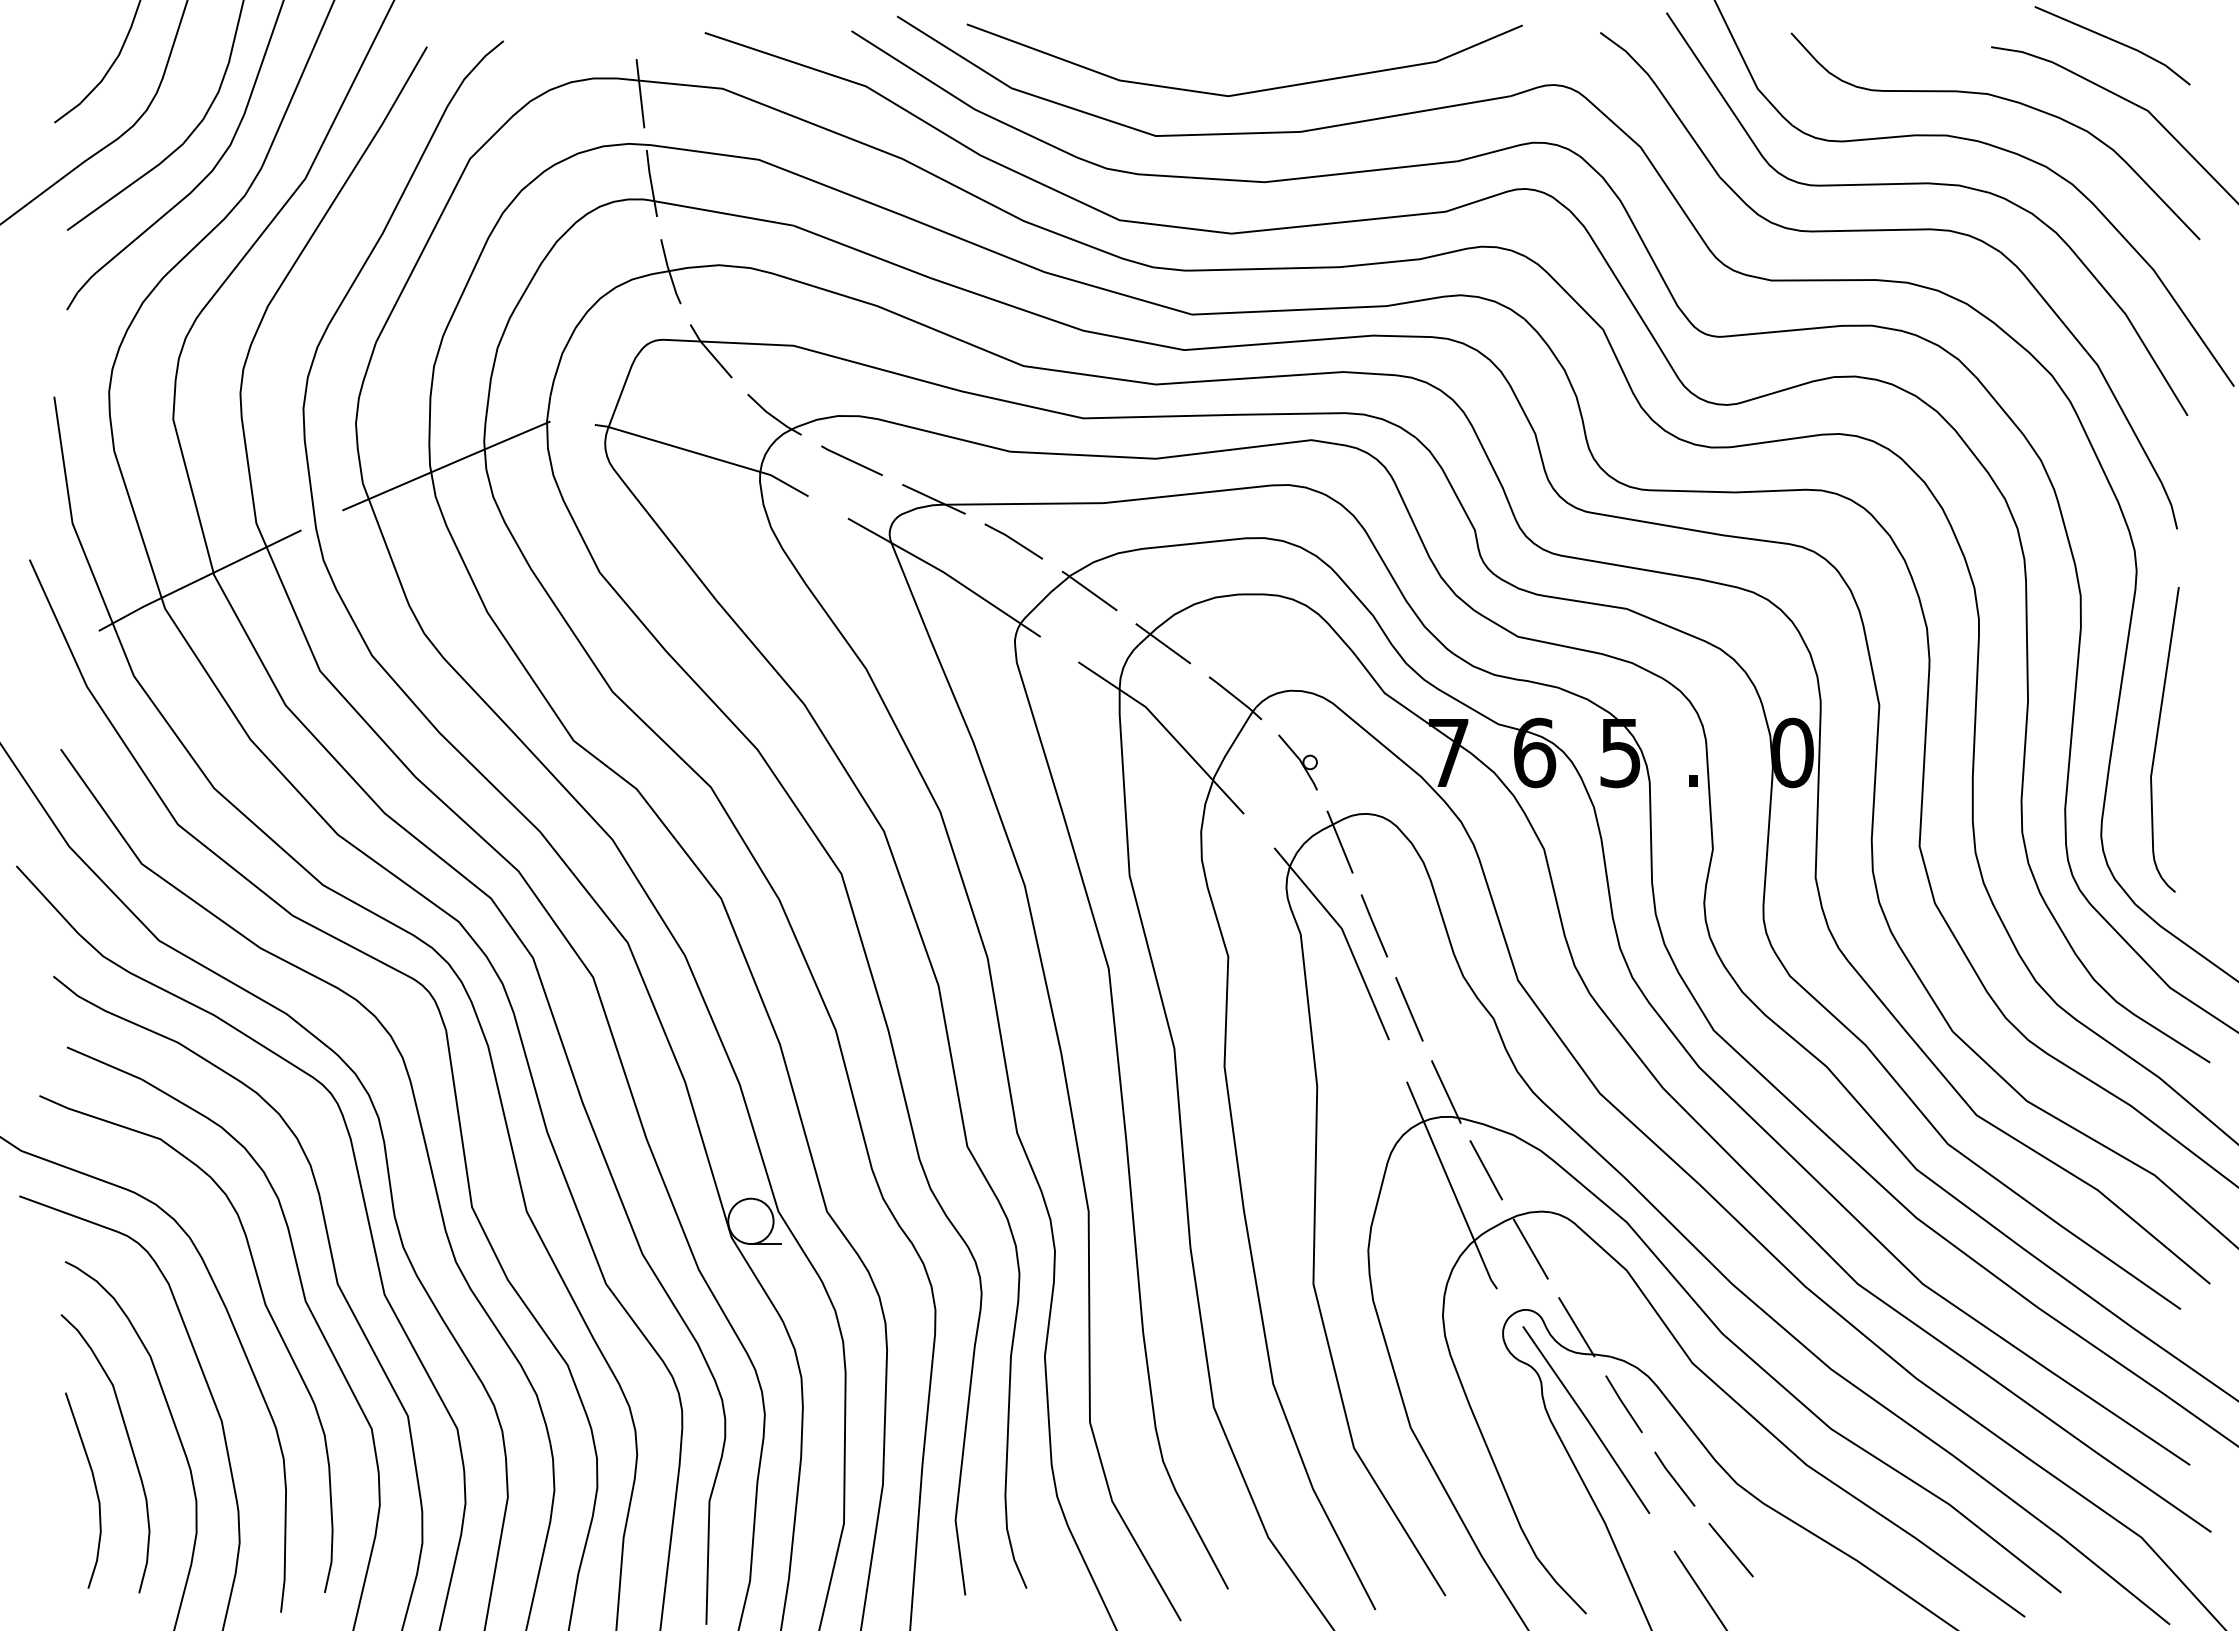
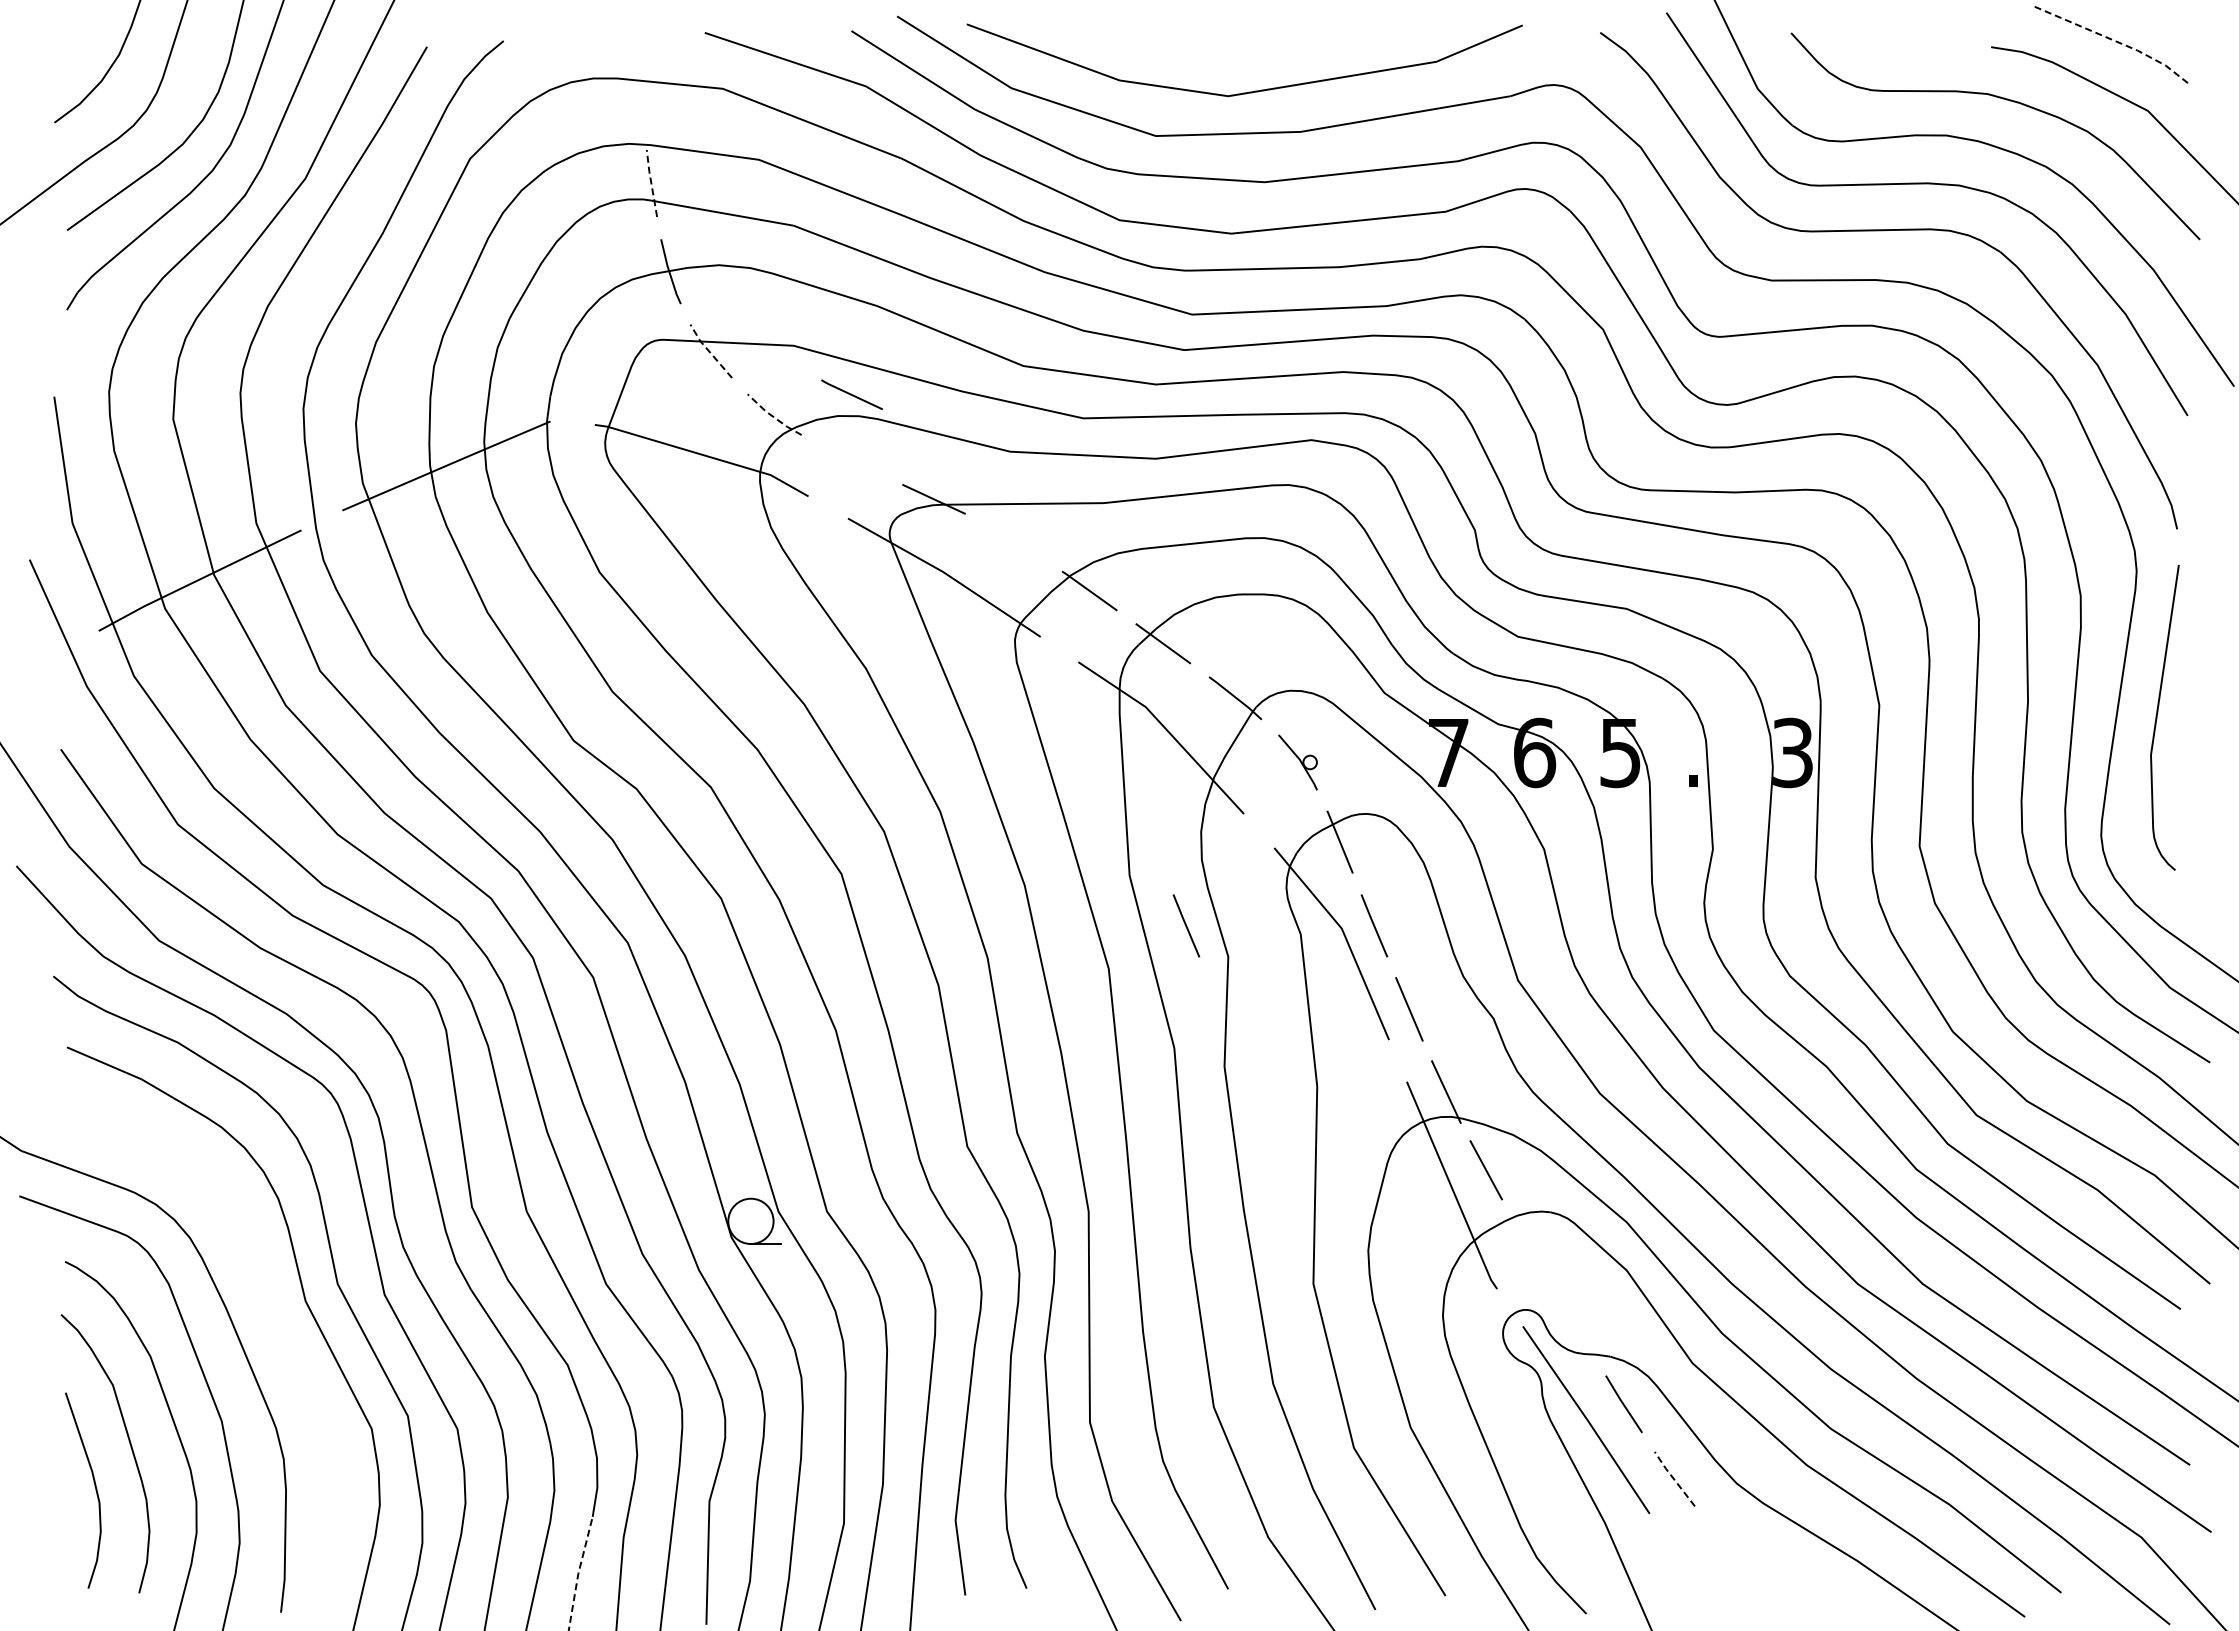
line at (2116, 41): solid -> dashed
line at (640, 93): present -> none
line at (651, 182): solid -> dashed
line at (709, 351): solid -> dashed
line at (773, 416): solid -> dashed
line at (851, 460) position: (851, 460) -> (851, 394)
line at (1013, 541): present -> none
curve at (2157, 739) position: (2157, 739) -> (2157, 717)
text at (1792, 752): 0 -> 3
line at (1186, 925): none -> present
line at (1530, 1248): present -> none
part at (264, 1305): present -> none
line at (1576, 1327): present -> none
line at (1674, 1479): solid -> dashed
line at (1730, 1549): present -> none
line at (578, 1573): solid -> dashed
line at (1699, 1589): present -> none
